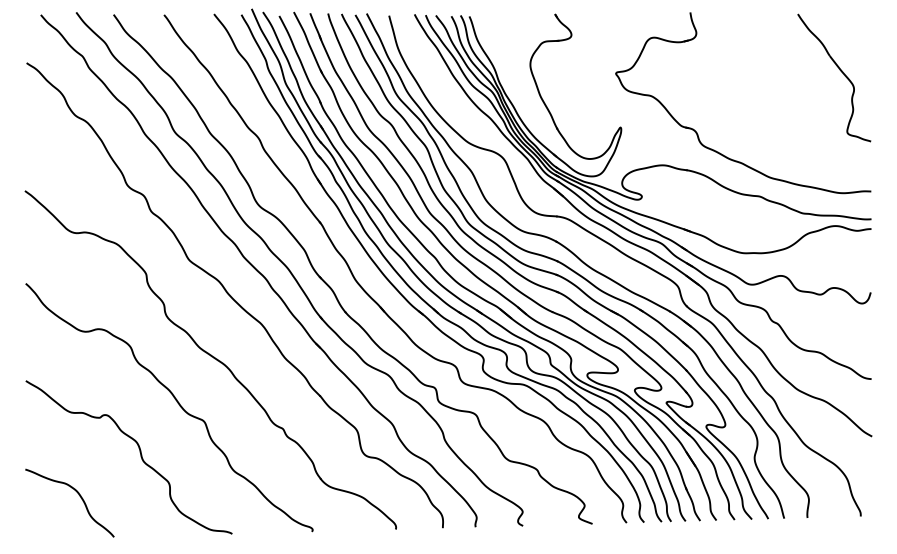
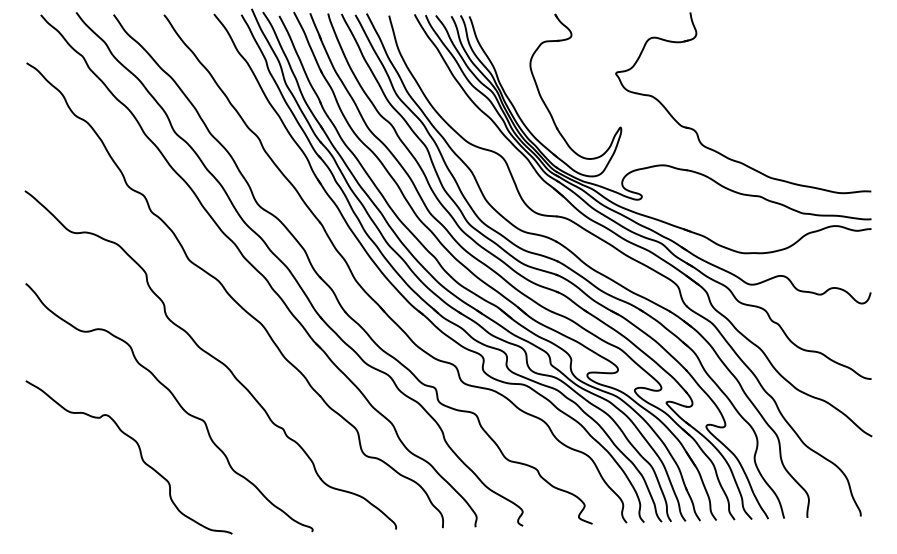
part at (840, 71): present -> none
curve at (79, 496): present -> none
